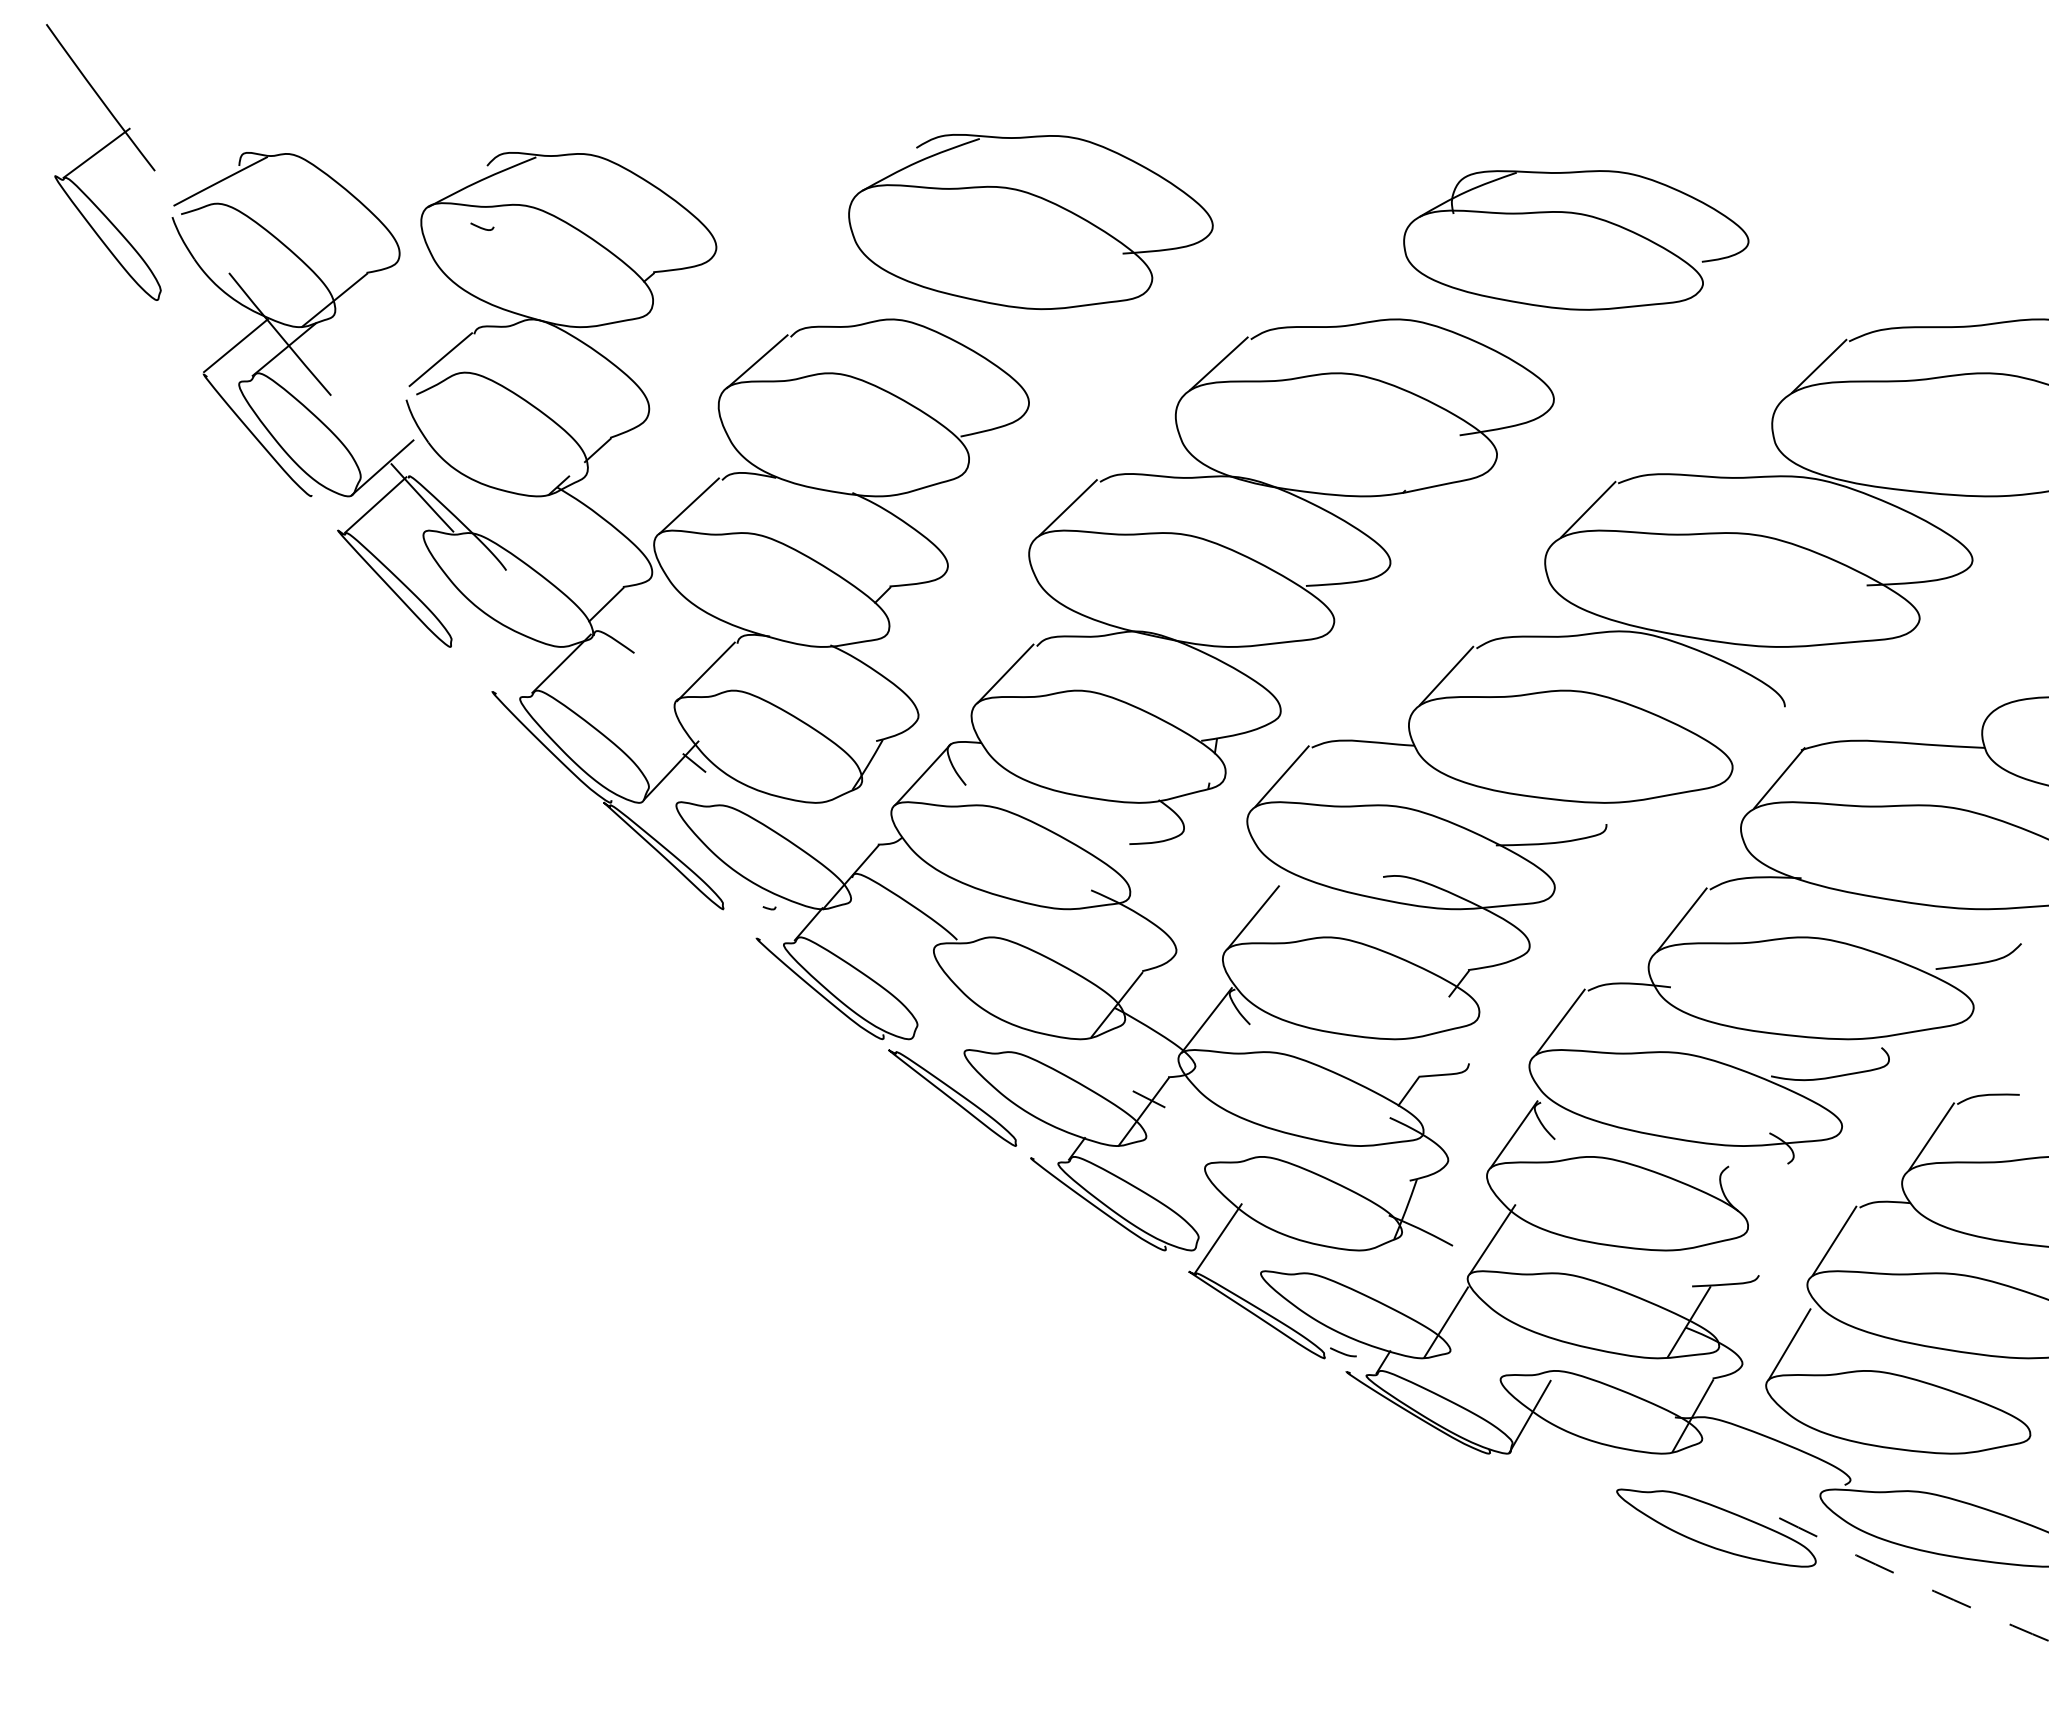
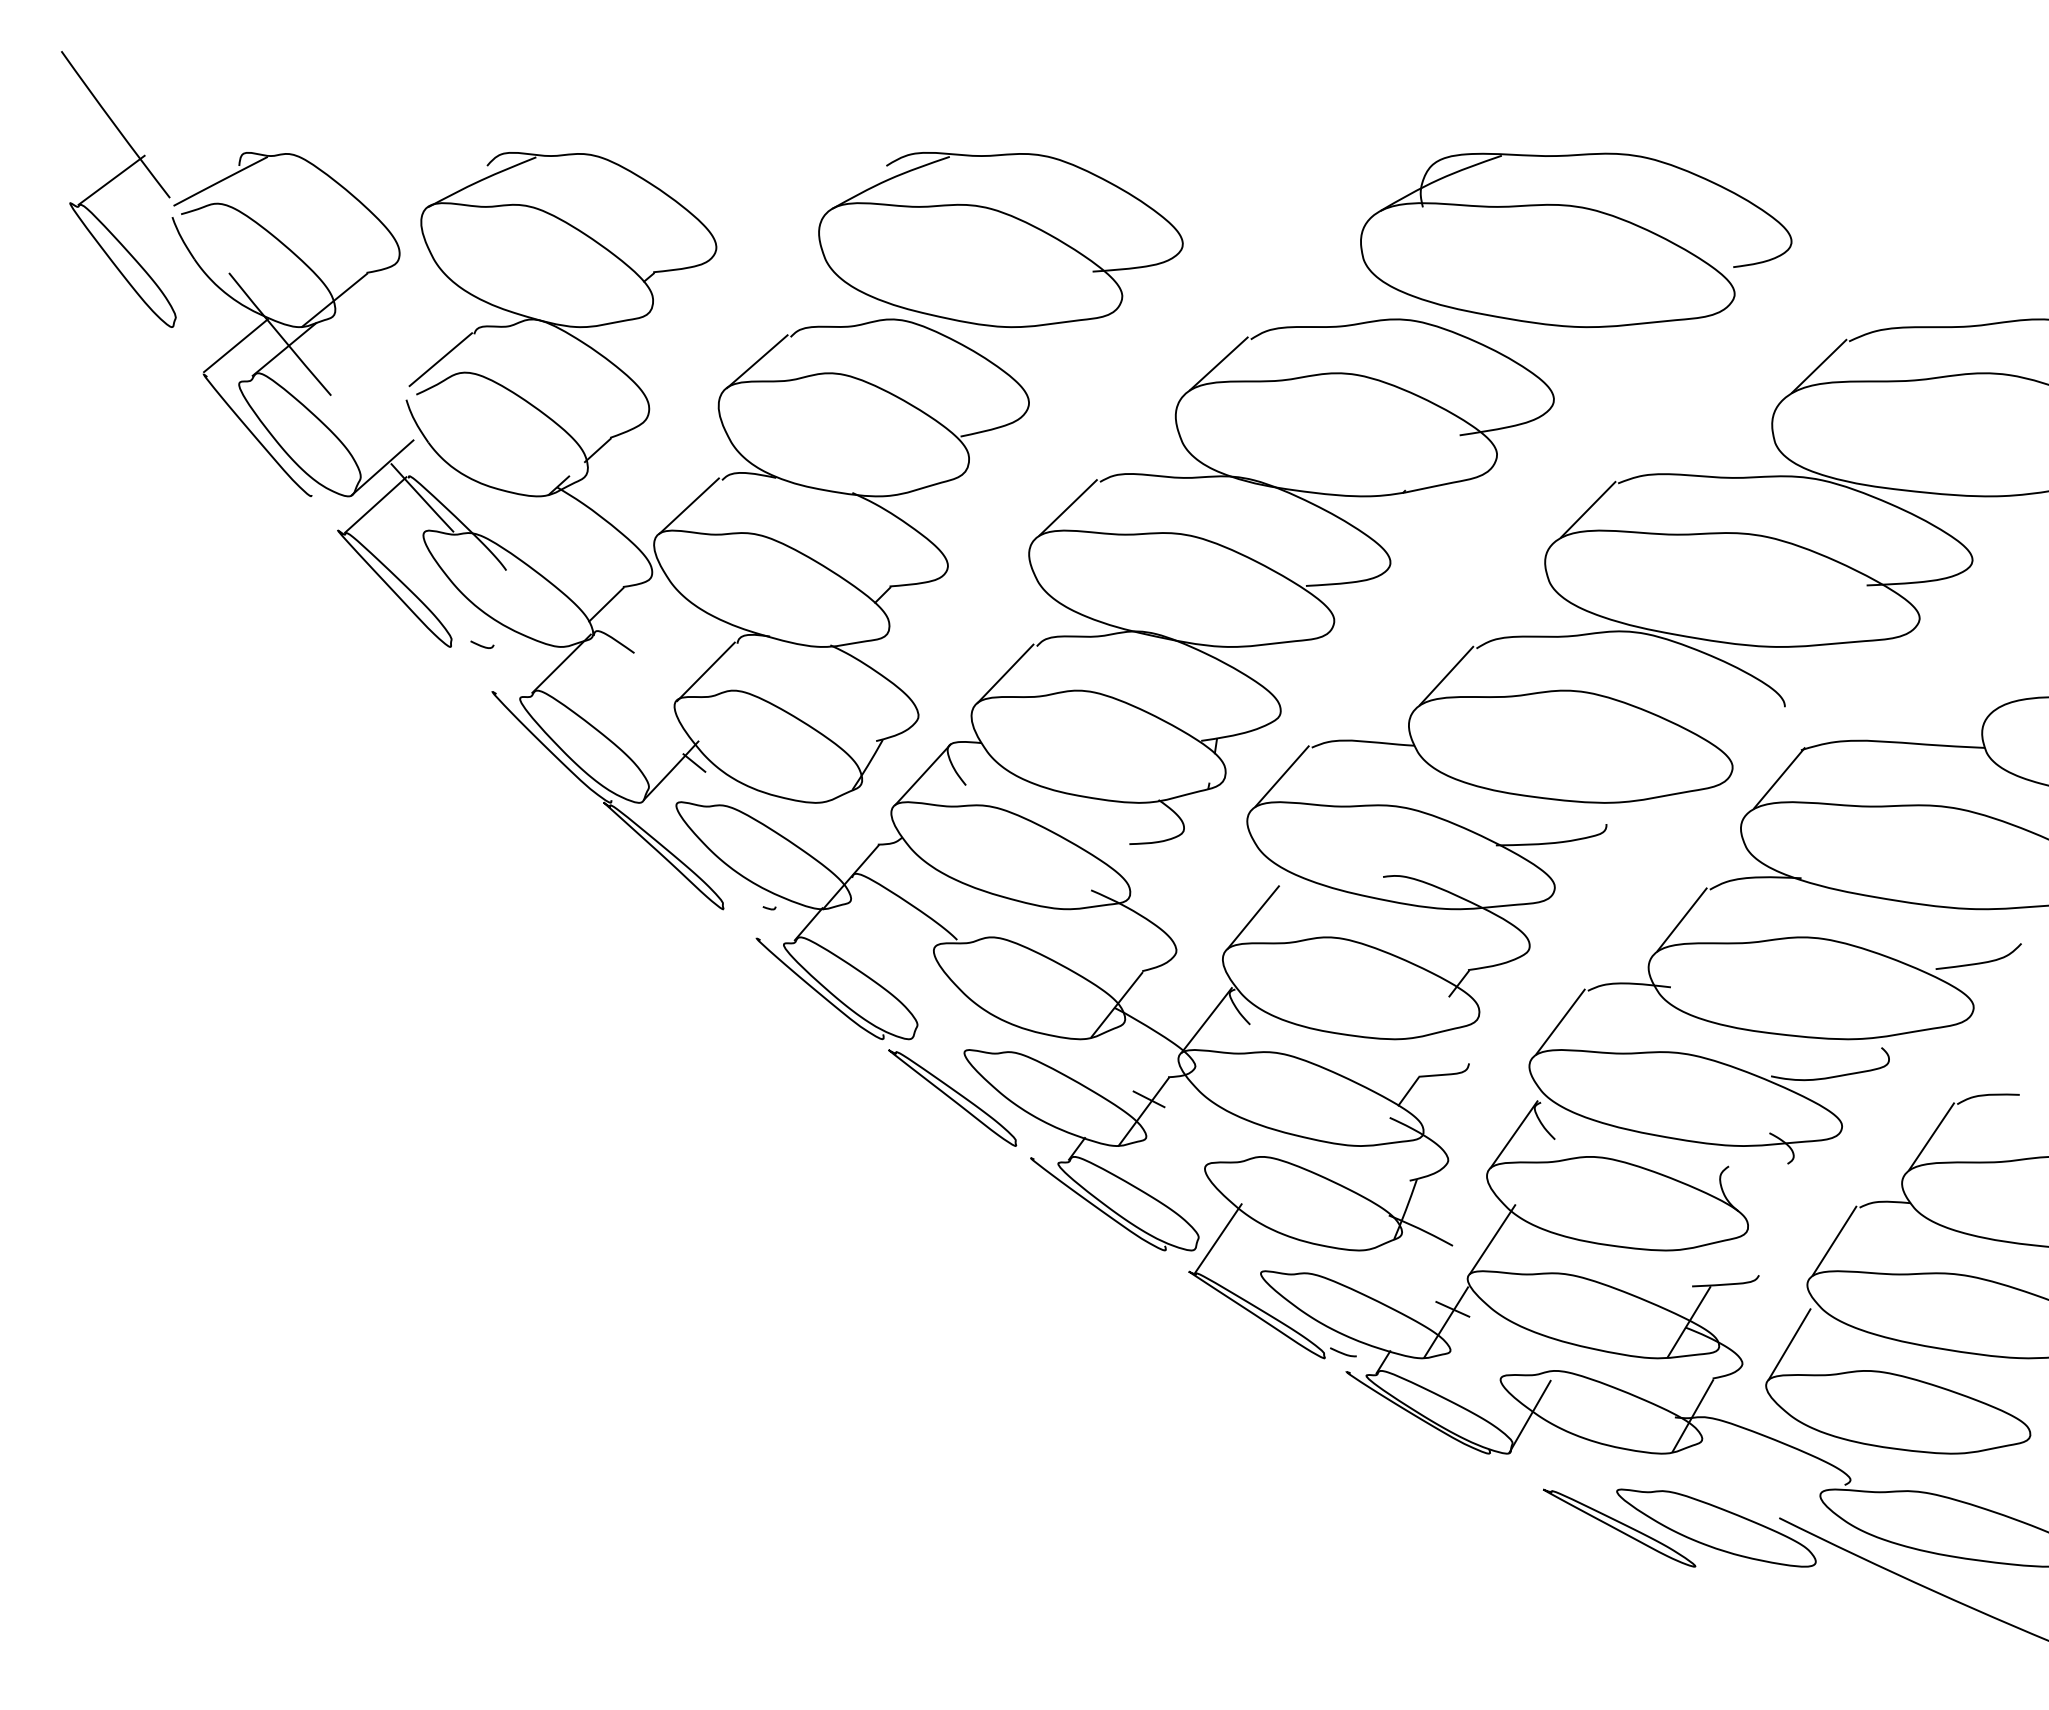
part at (98, 153) position: (98, 153) -> (113, 180)
part at (1030, 222) position: (1030, 222) -> (1000, 240)
curve at (482, 227) position: (482, 227) -> (482, 645)
part at (1576, 240) size: 347x141 px -> 433x177 px
line at (1452, 1308): none -> present
part at (1619, 1527): none -> present
arc at (1913, 1581): dashed -> solid
